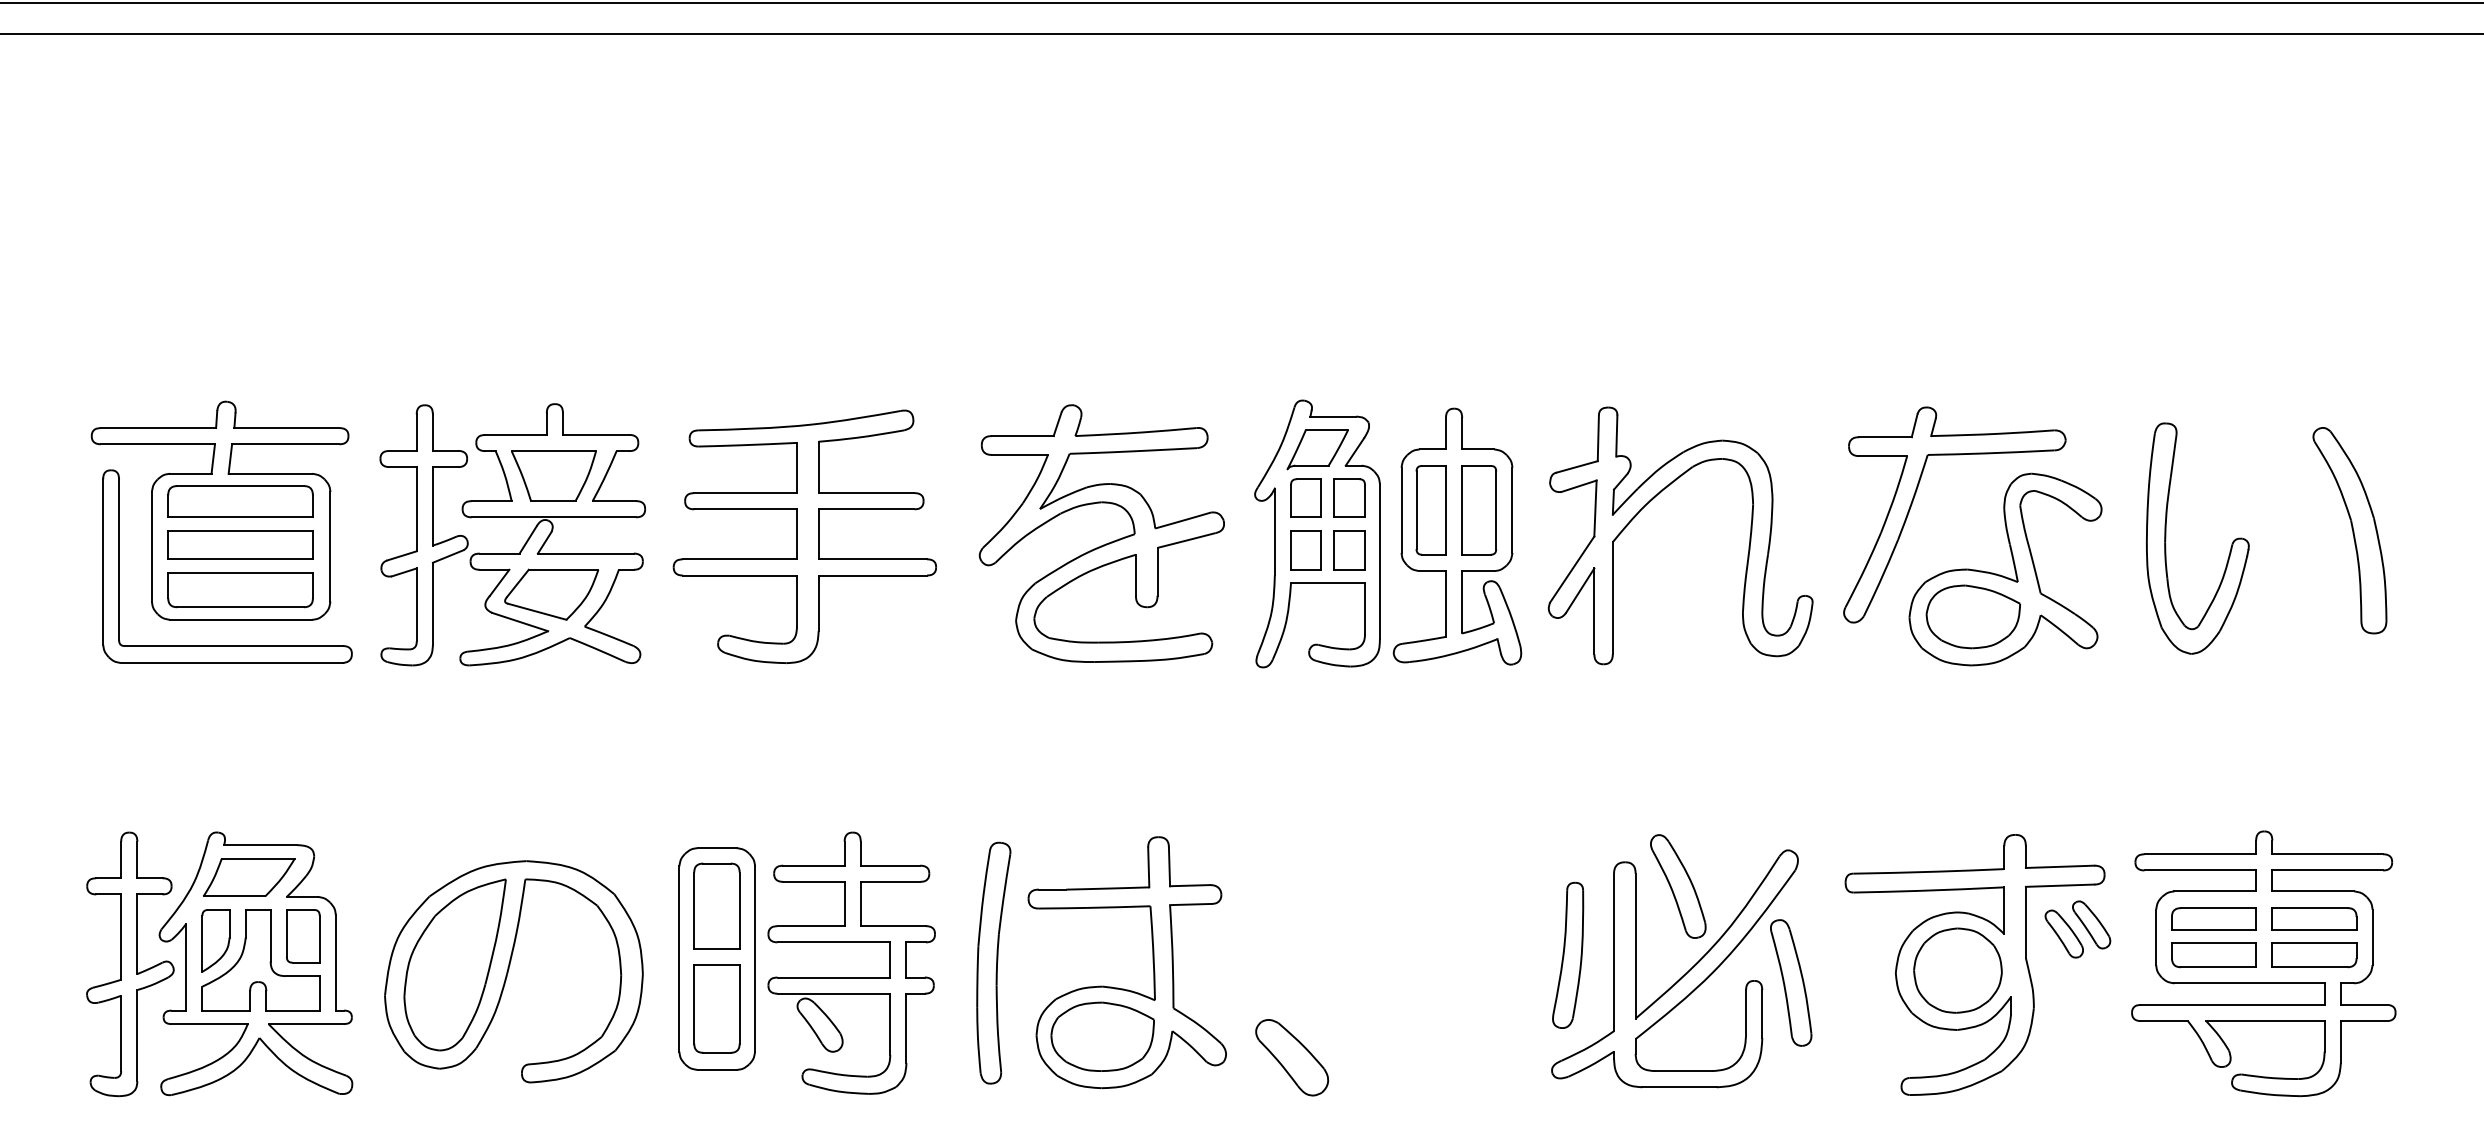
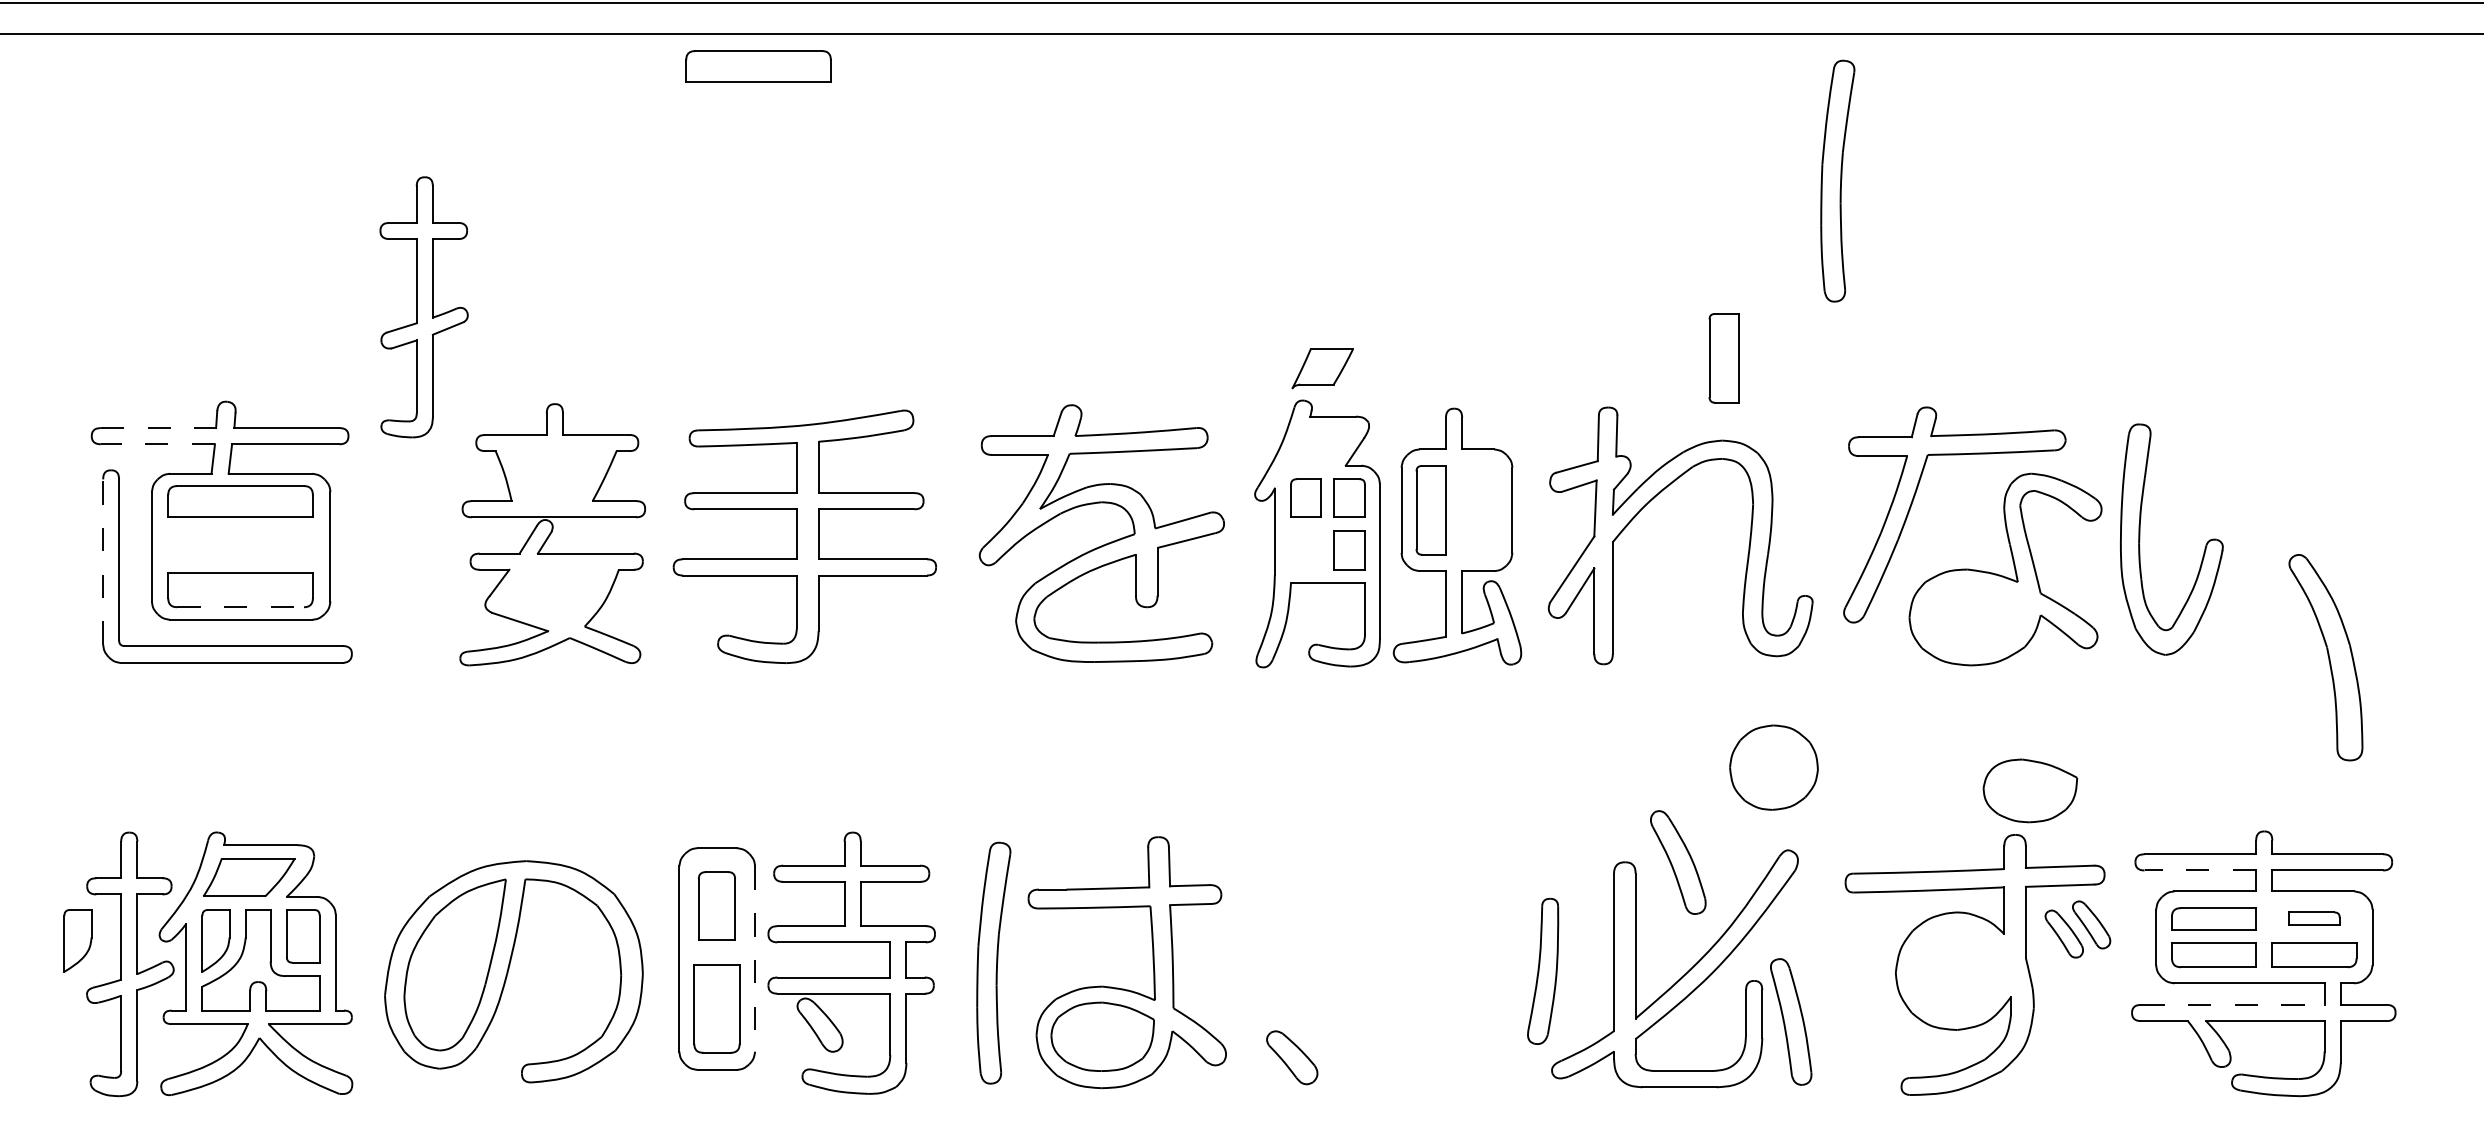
part at (758, 66): none -> present
part at (1837, 180): none -> present
part at (1723, 358): none -> present
line at (158, 428): solid -> dashed
line at (157, 444): solid -> dashed
part at (1317, 449) position: (1317, 449) -> (1322, 368)
part at (553, 475): present -> none
part at (1479, 510): present -> none
part at (2349, 530) position: (2349, 530) -> (2325, 657)
part at (423, 535) position: (423, 535) -> (423, 307)
part at (2166, 538) position: (2166, 538) -> (2140, 539)
part at (240, 544): present -> none
part at (1305, 550): present -> none
line at (103, 562): solid -> dashed
part at (551, 594): present -> none
line at (241, 607): solid -> dashed
part at (1972, 616) position: (1972, 616) -> (2029, 790)
line at (2200, 870): solid -> dashed
part at (1678, 886) position: (1678, 886) -> (1678, 862)
part at (716, 905) size: 48x88 px -> 38x70 px
part at (2314, 918) size: 87x24 px -> 53x15 px
part at (77, 940): none -> present
part at (1568, 954) position: (1568, 954) -> (1543, 970)
line at (755, 959): solid -> dashed
part at (1957, 970) position: (1957, 970) -> (1773, 767)
part at (1791, 982) position: (1791, 982) -> (1791, 1021)
line at (2232, 1004): solid -> dashed
part at (1292, 1057) size: 75x78 px -> 53x56 px
